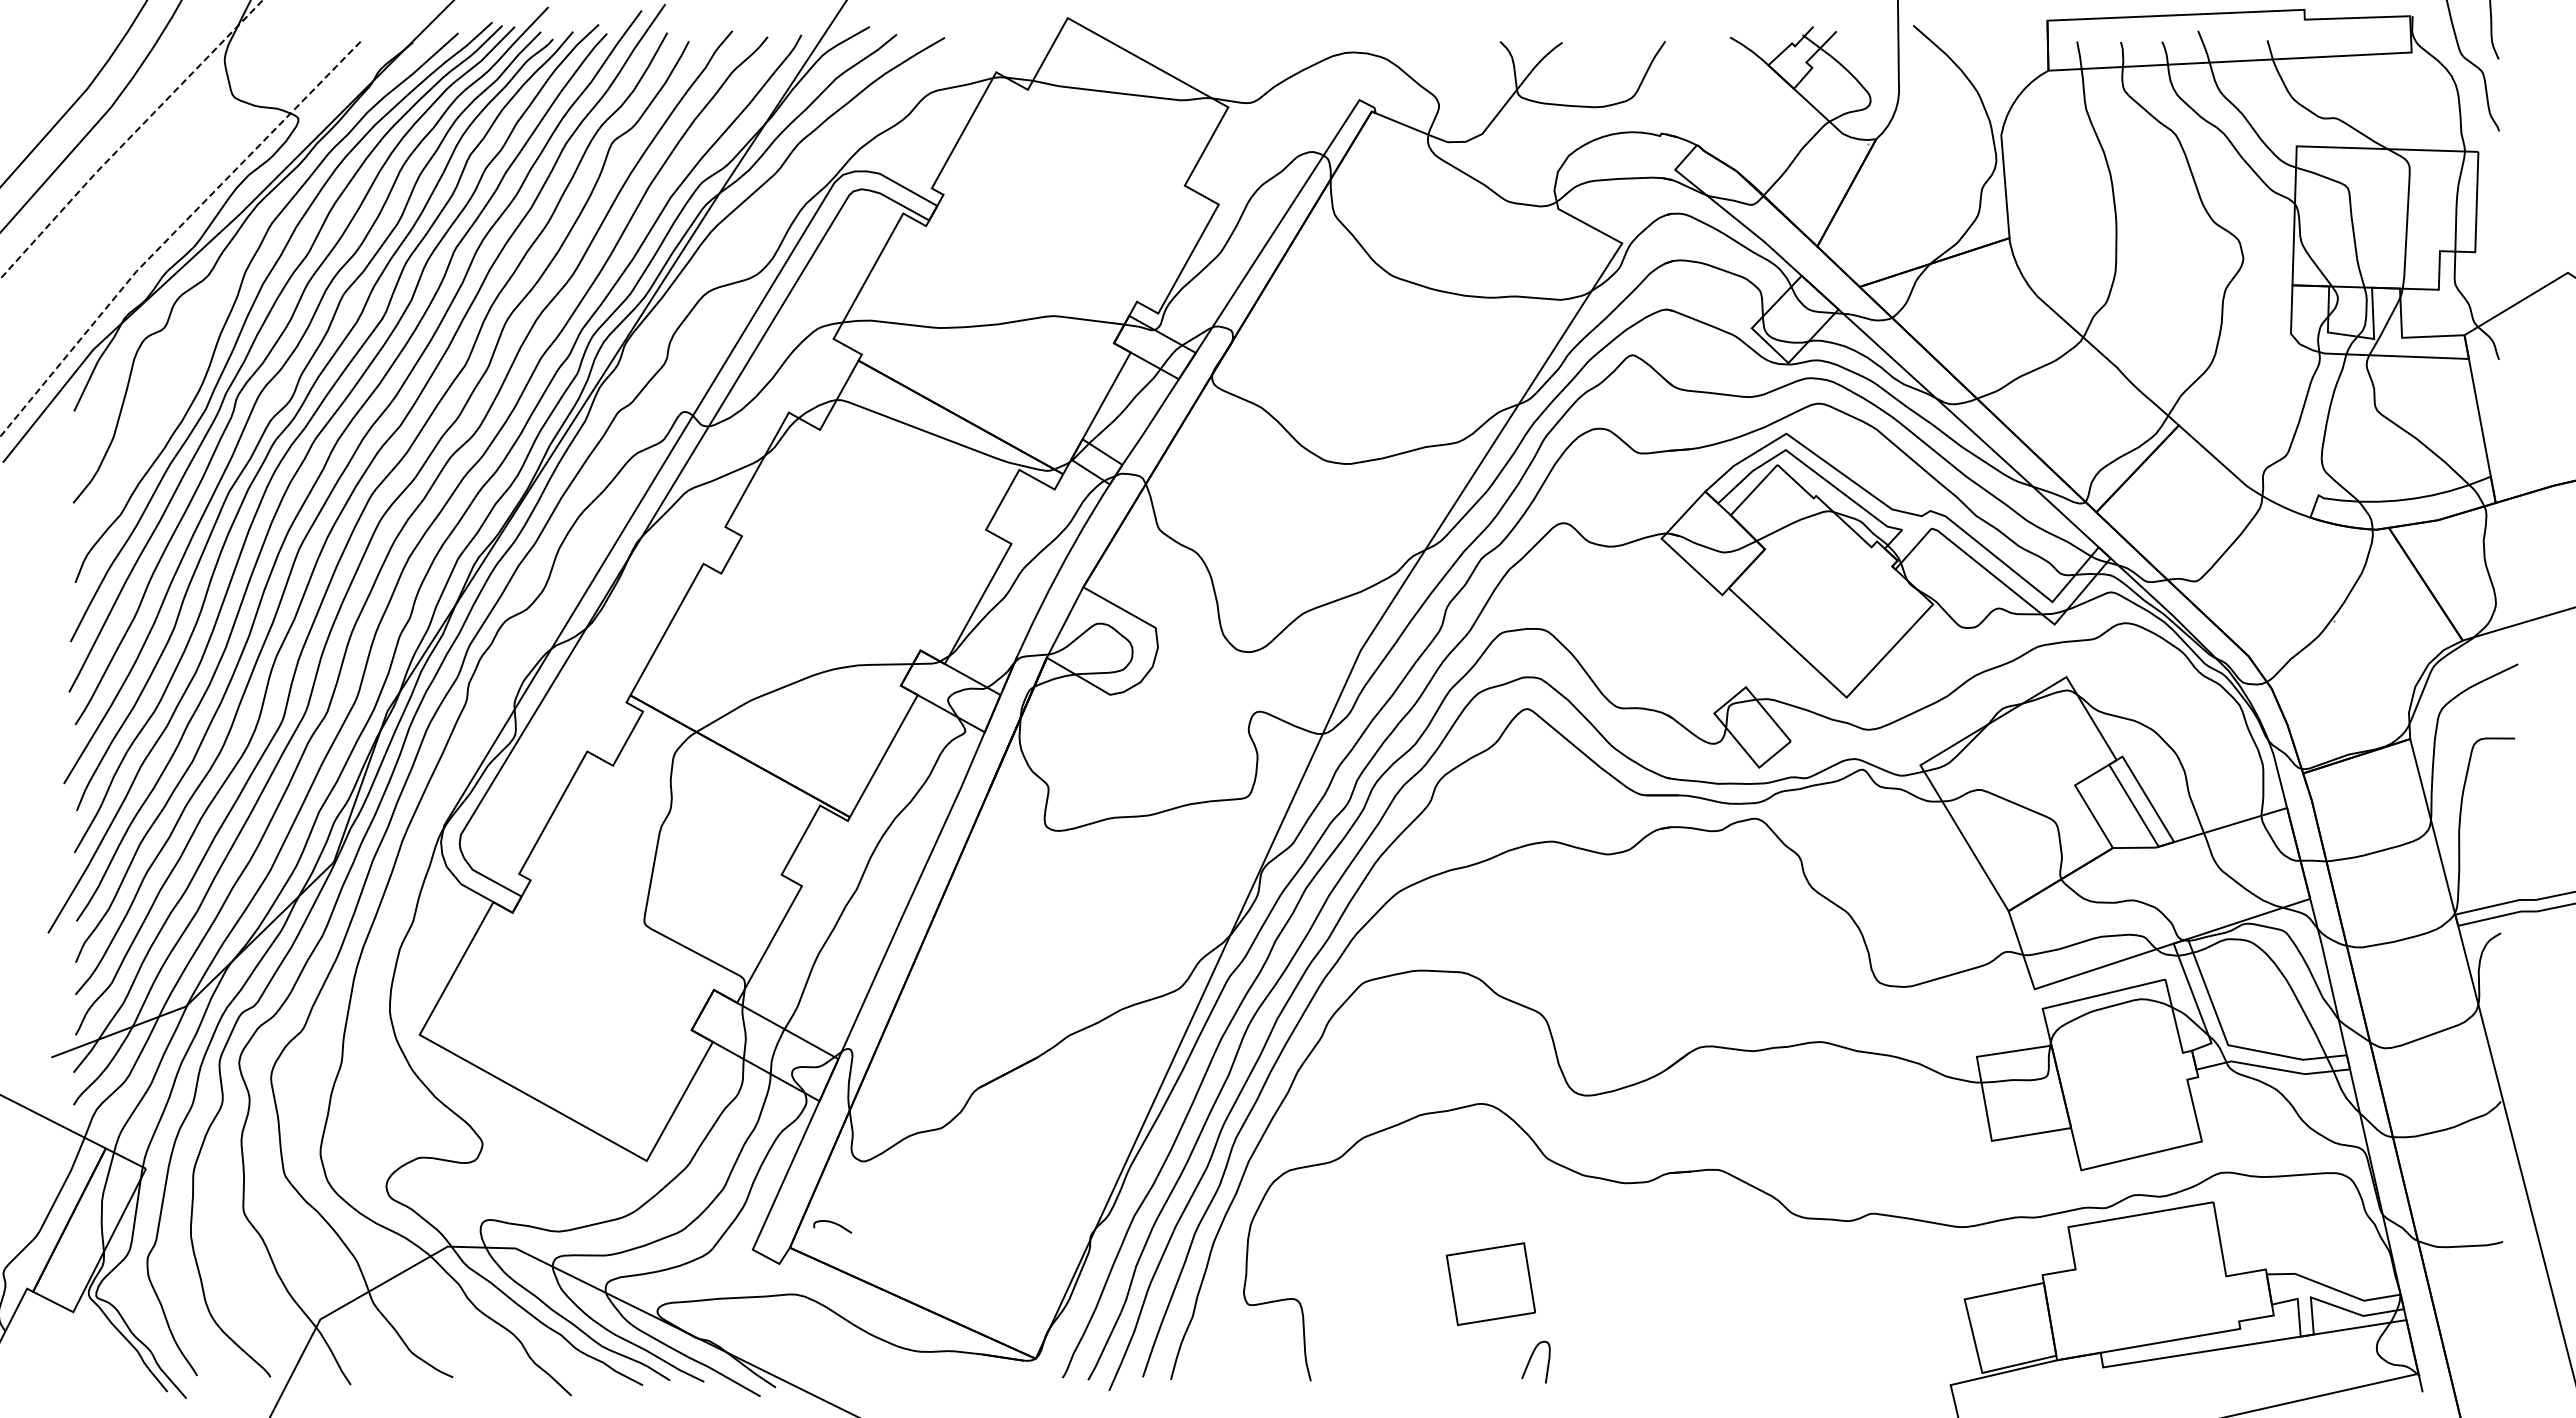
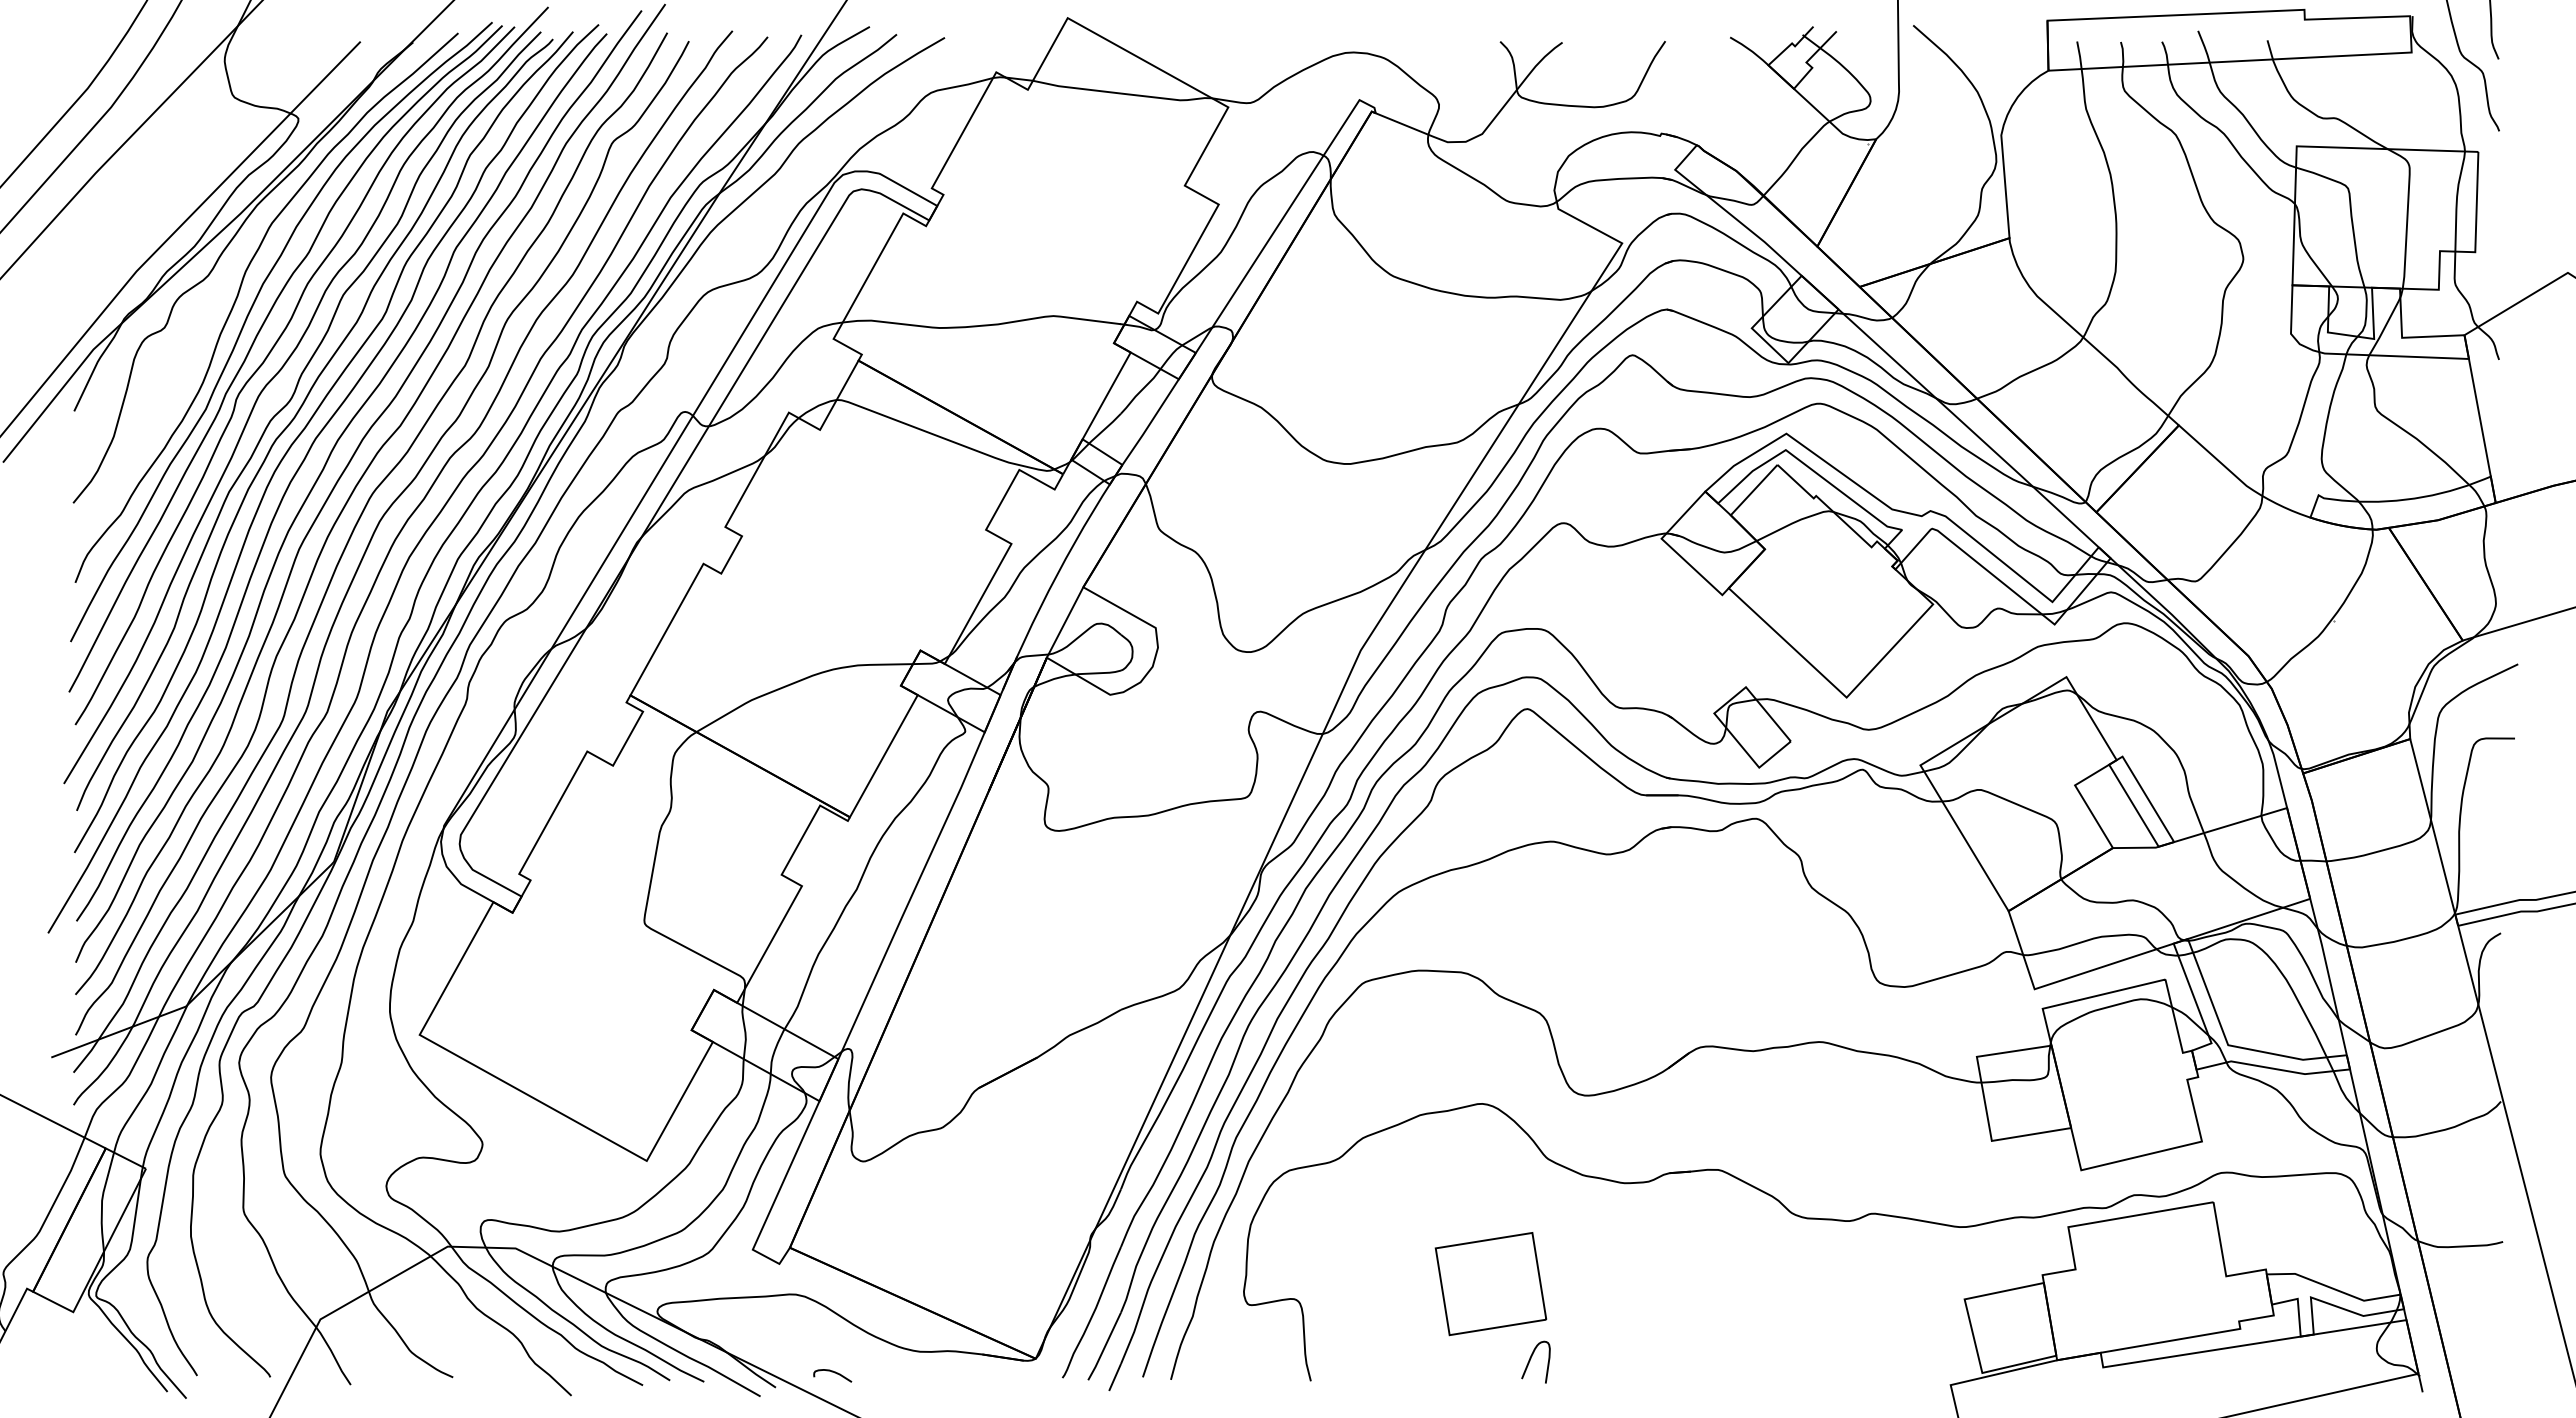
line at (129, 138): dashed -> solid
line at (173, 233): dashed -> solid
curve at (834, 1224) position: (834, 1224) -> (834, 1373)
part at (1490, 1283) size: 91x84 px -> 114x105 px
